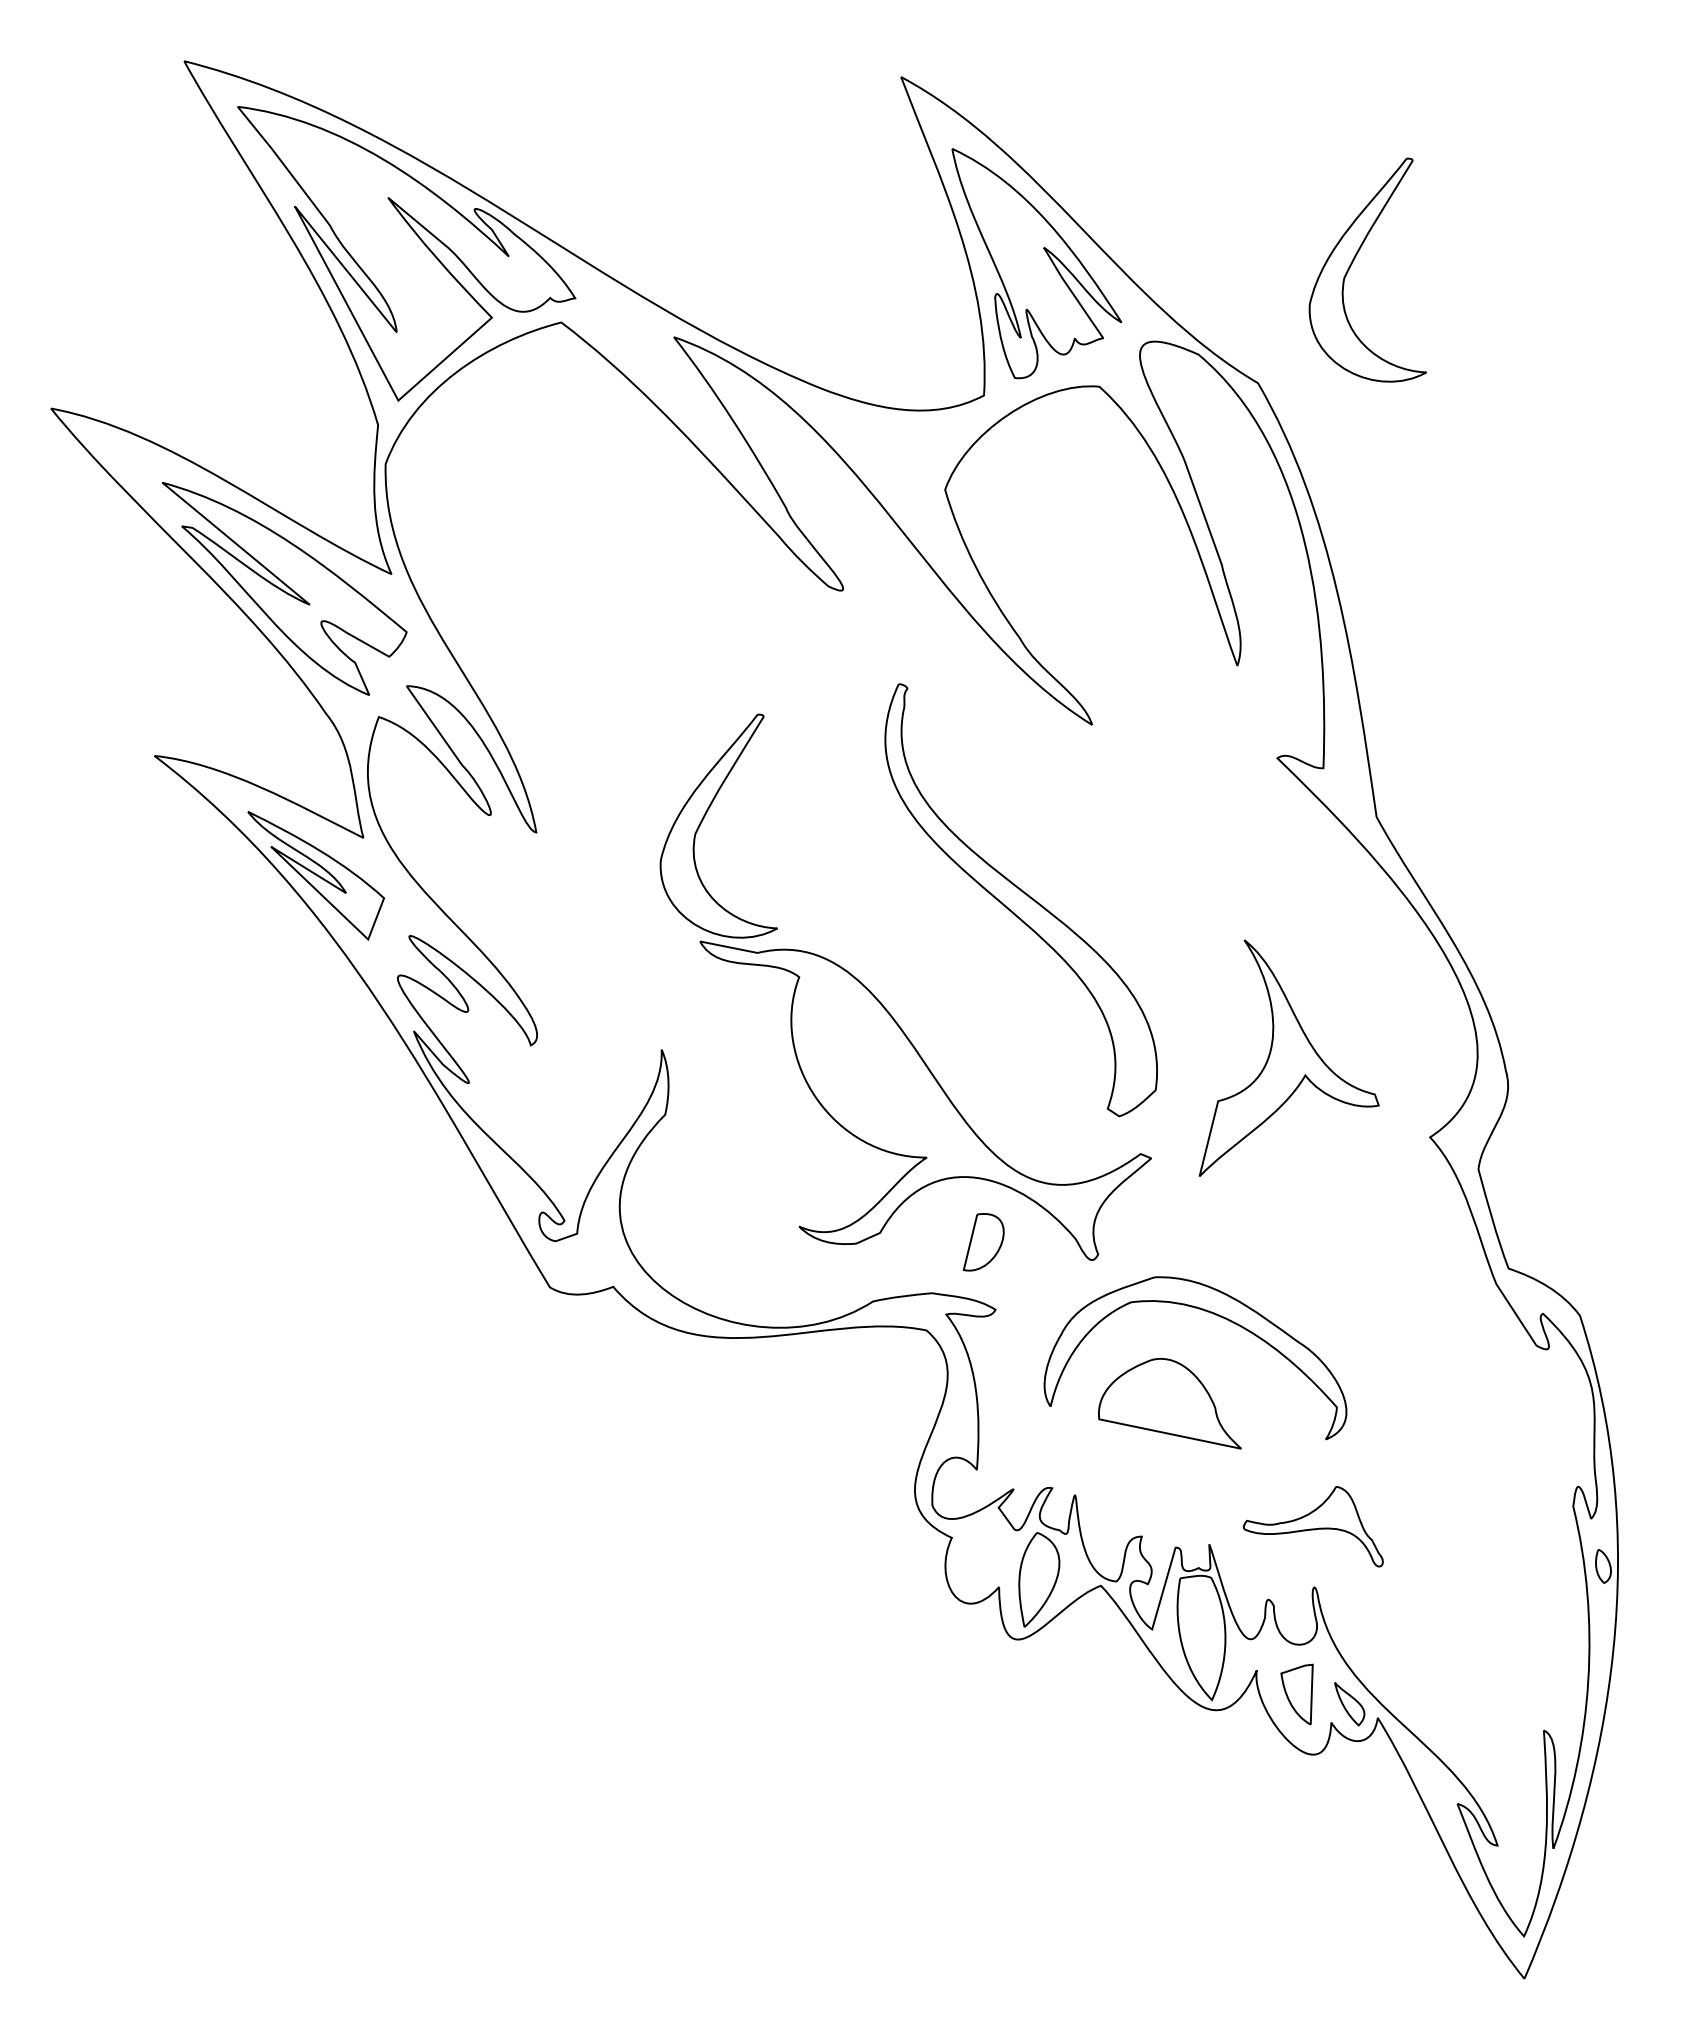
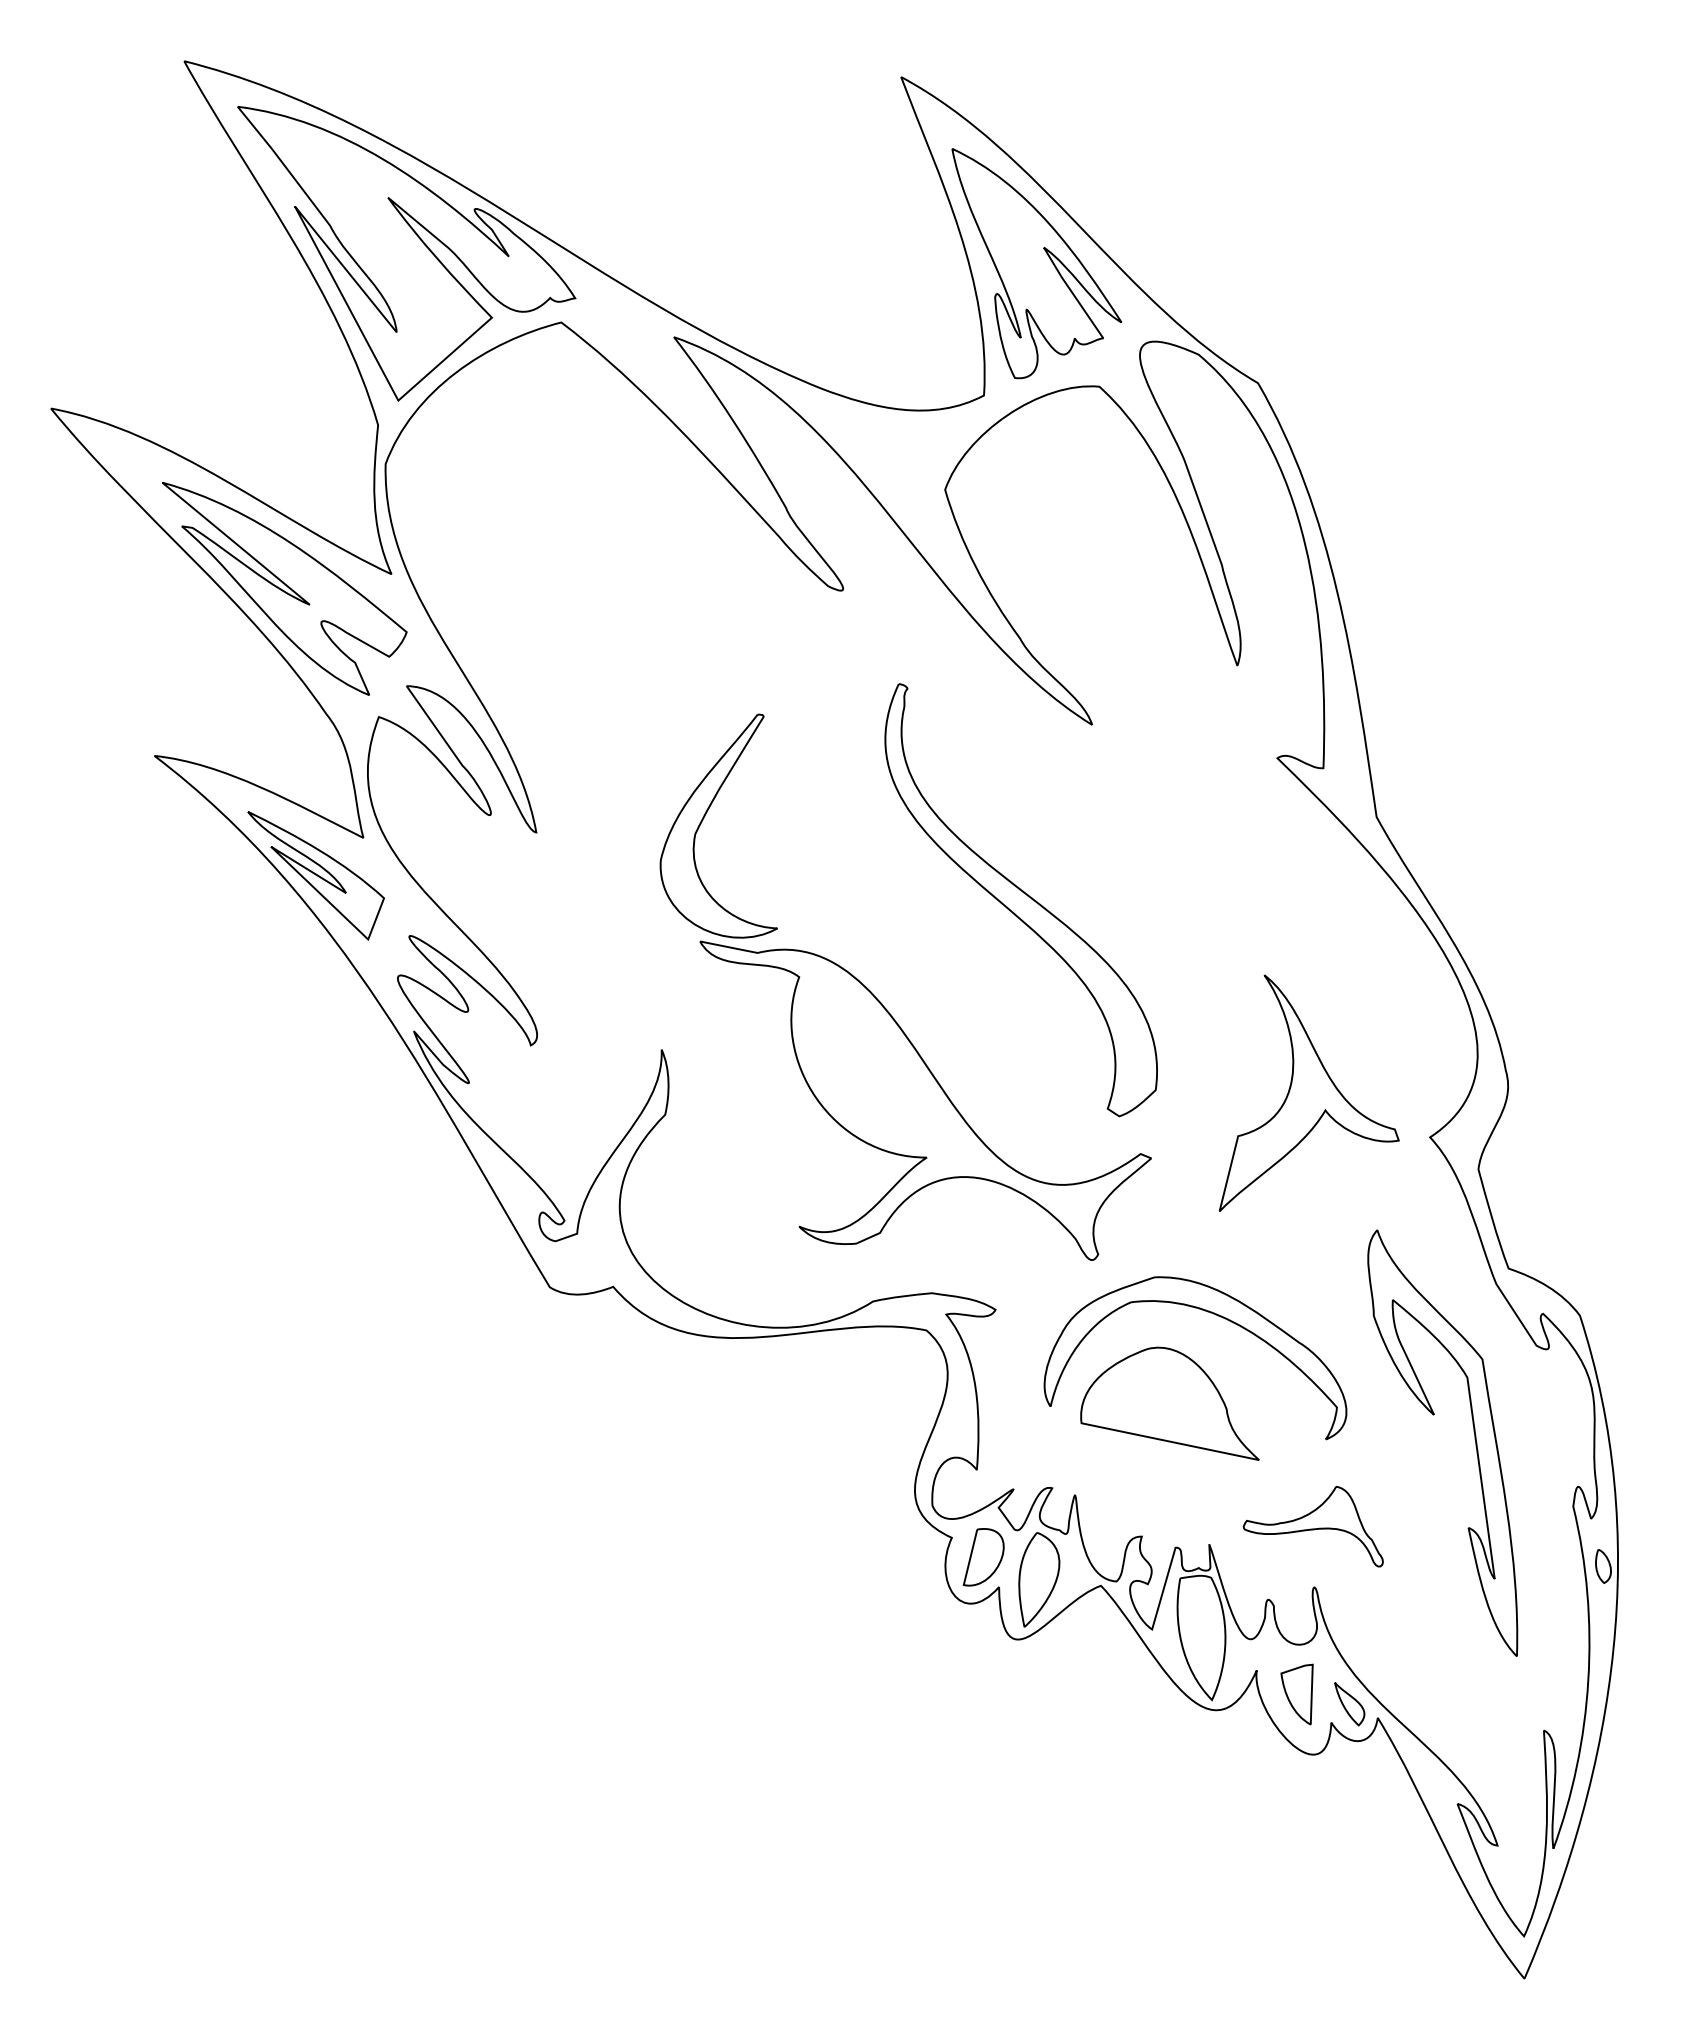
part at (1353, 262): present -> none
part at (1288, 1057) position: (1288, 1057) -> (1308, 1092)
part at (983, 1242) position: (983, 1242) -> (983, 1557)
part at (1169, 1403) size: 144x93 px -> 180x115 px
part at (1433, 1415): none -> present
